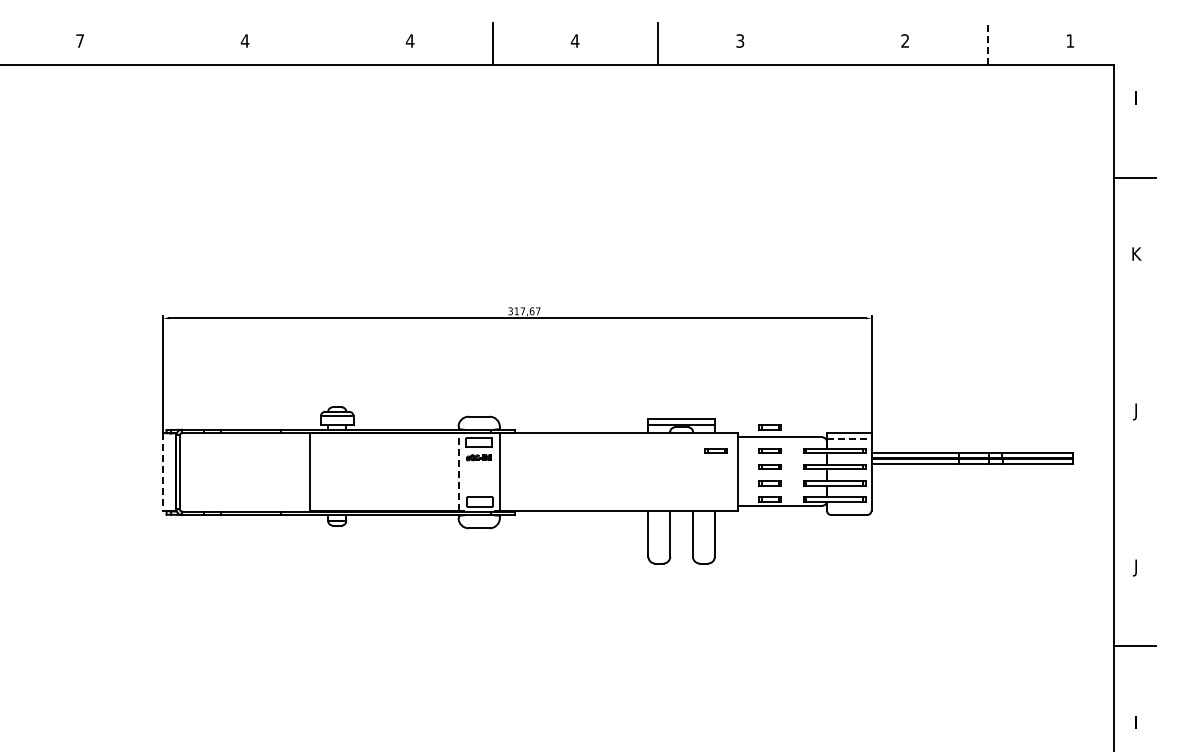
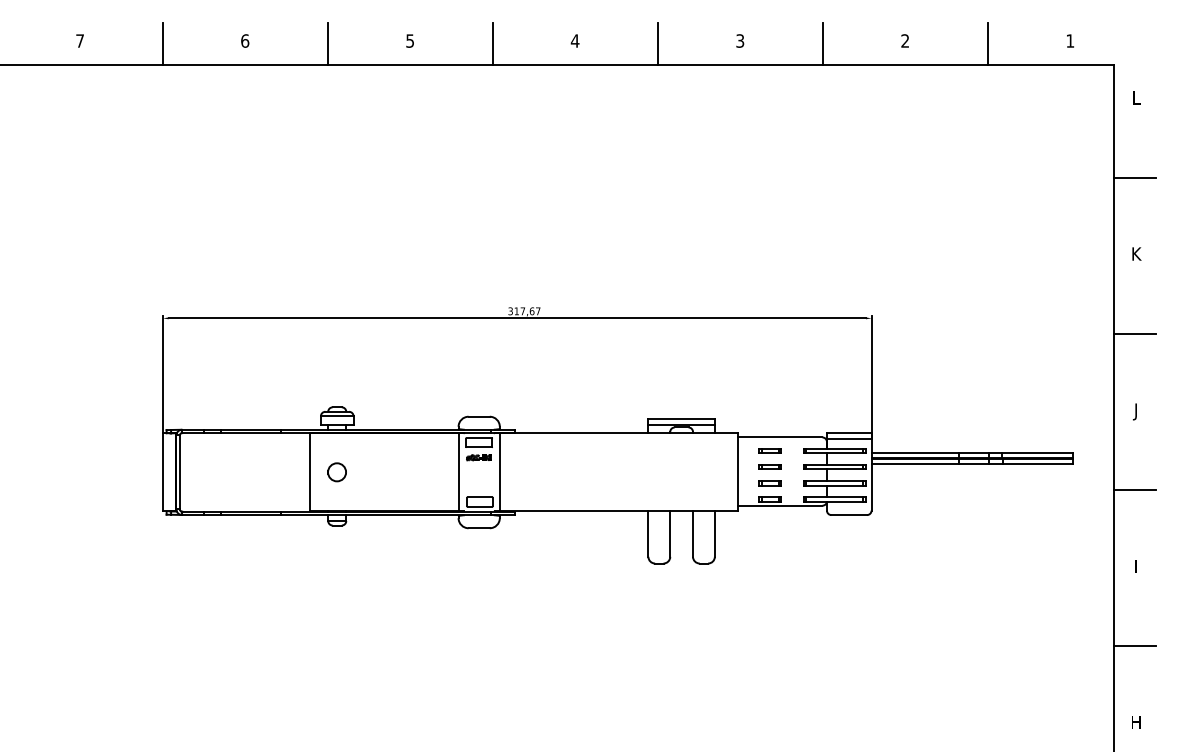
text at (244, 40): 4 -> 6
text at (409, 40): 4 -> 5
line at (162, 43): none -> present
line at (327, 43): none -> present
line at (822, 43): none -> present
line at (987, 43): dashed -> solid
text at (1136, 97): I -> L
line at (1134, 333): none -> present
part at (769, 427): present -> none
line at (849, 439): dashed -> solid
part at (715, 450): present -> none
line at (163, 472): dashed -> solid
circle at (336, 472): none -> present
line at (458, 472): dashed -> solid
line at (1134, 489): none -> present
text at (1134, 567): J -> I
text at (1136, 722): I -> H
